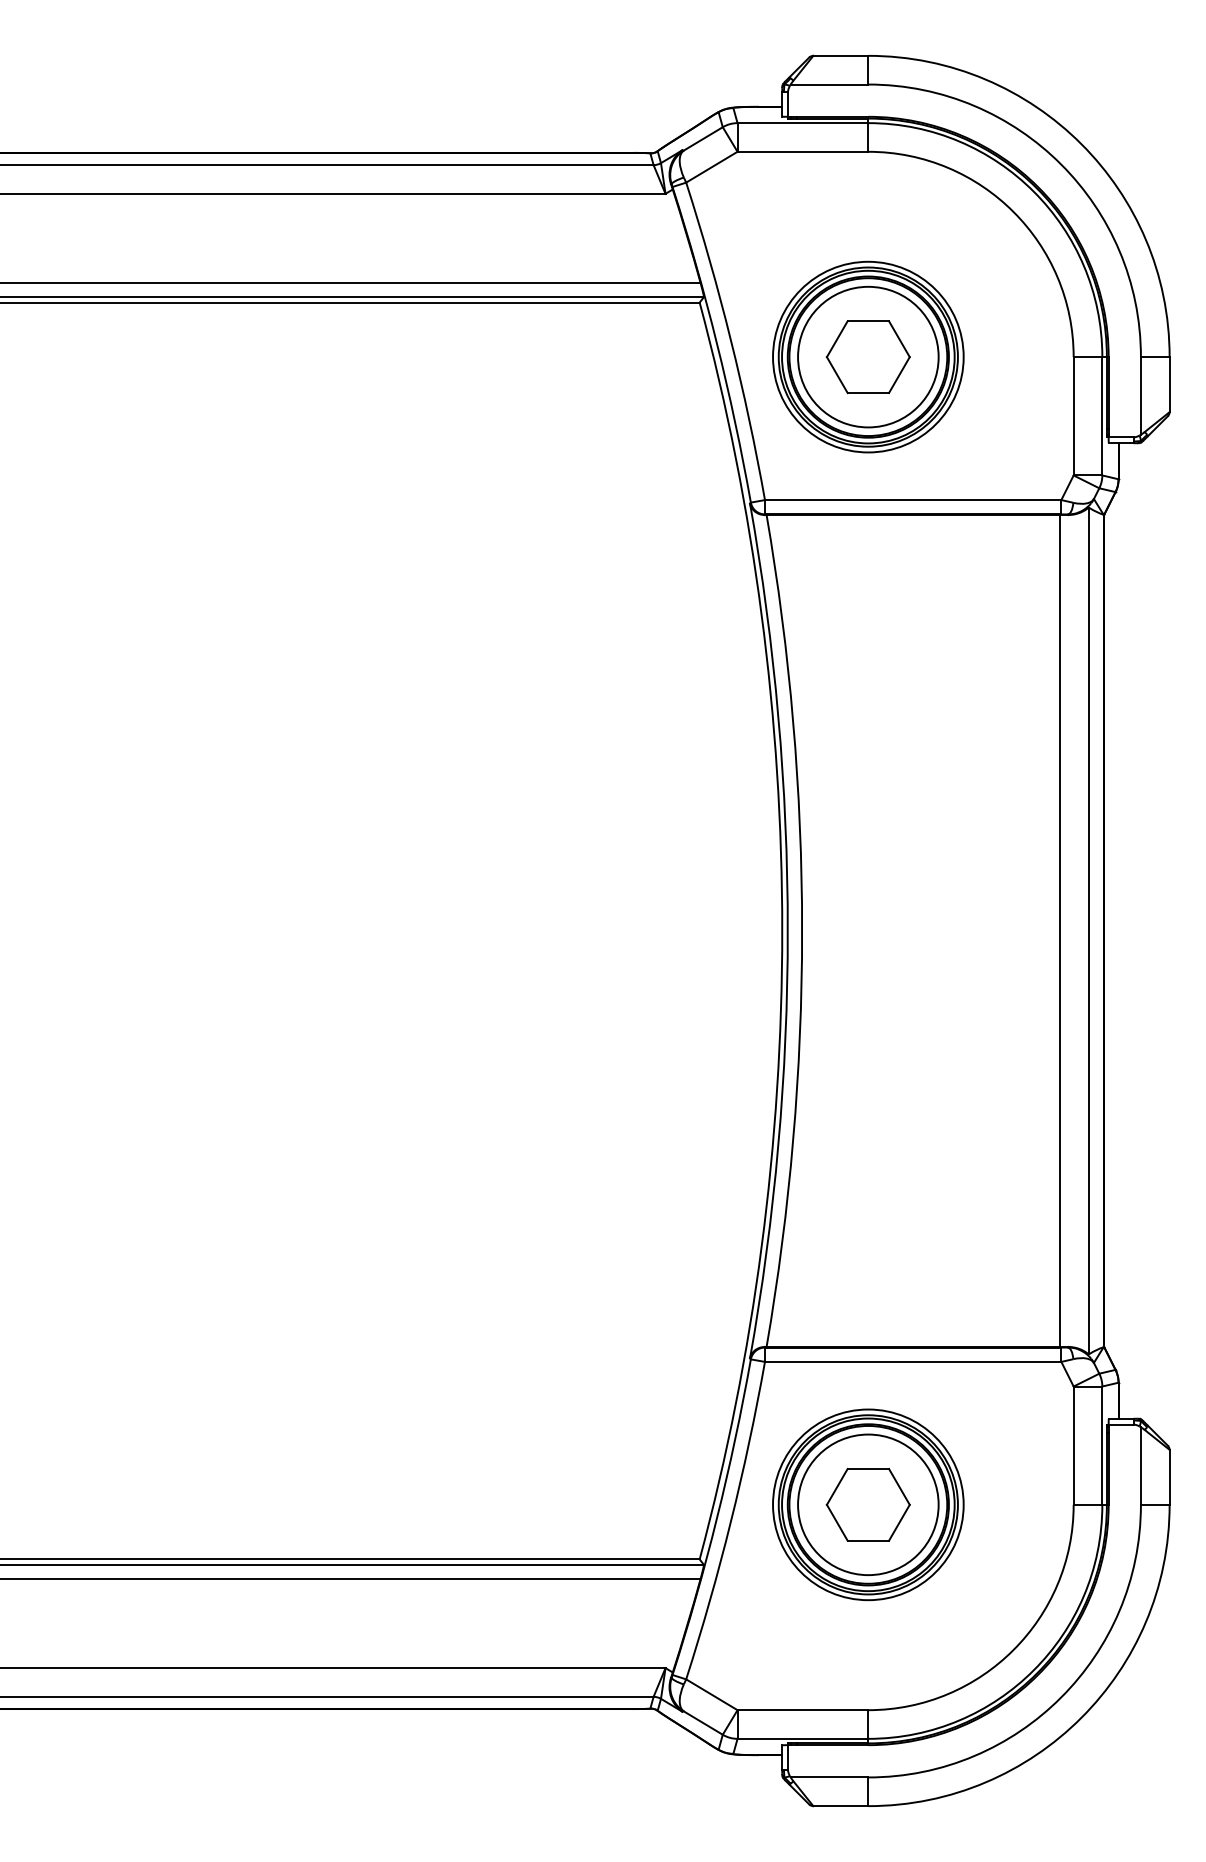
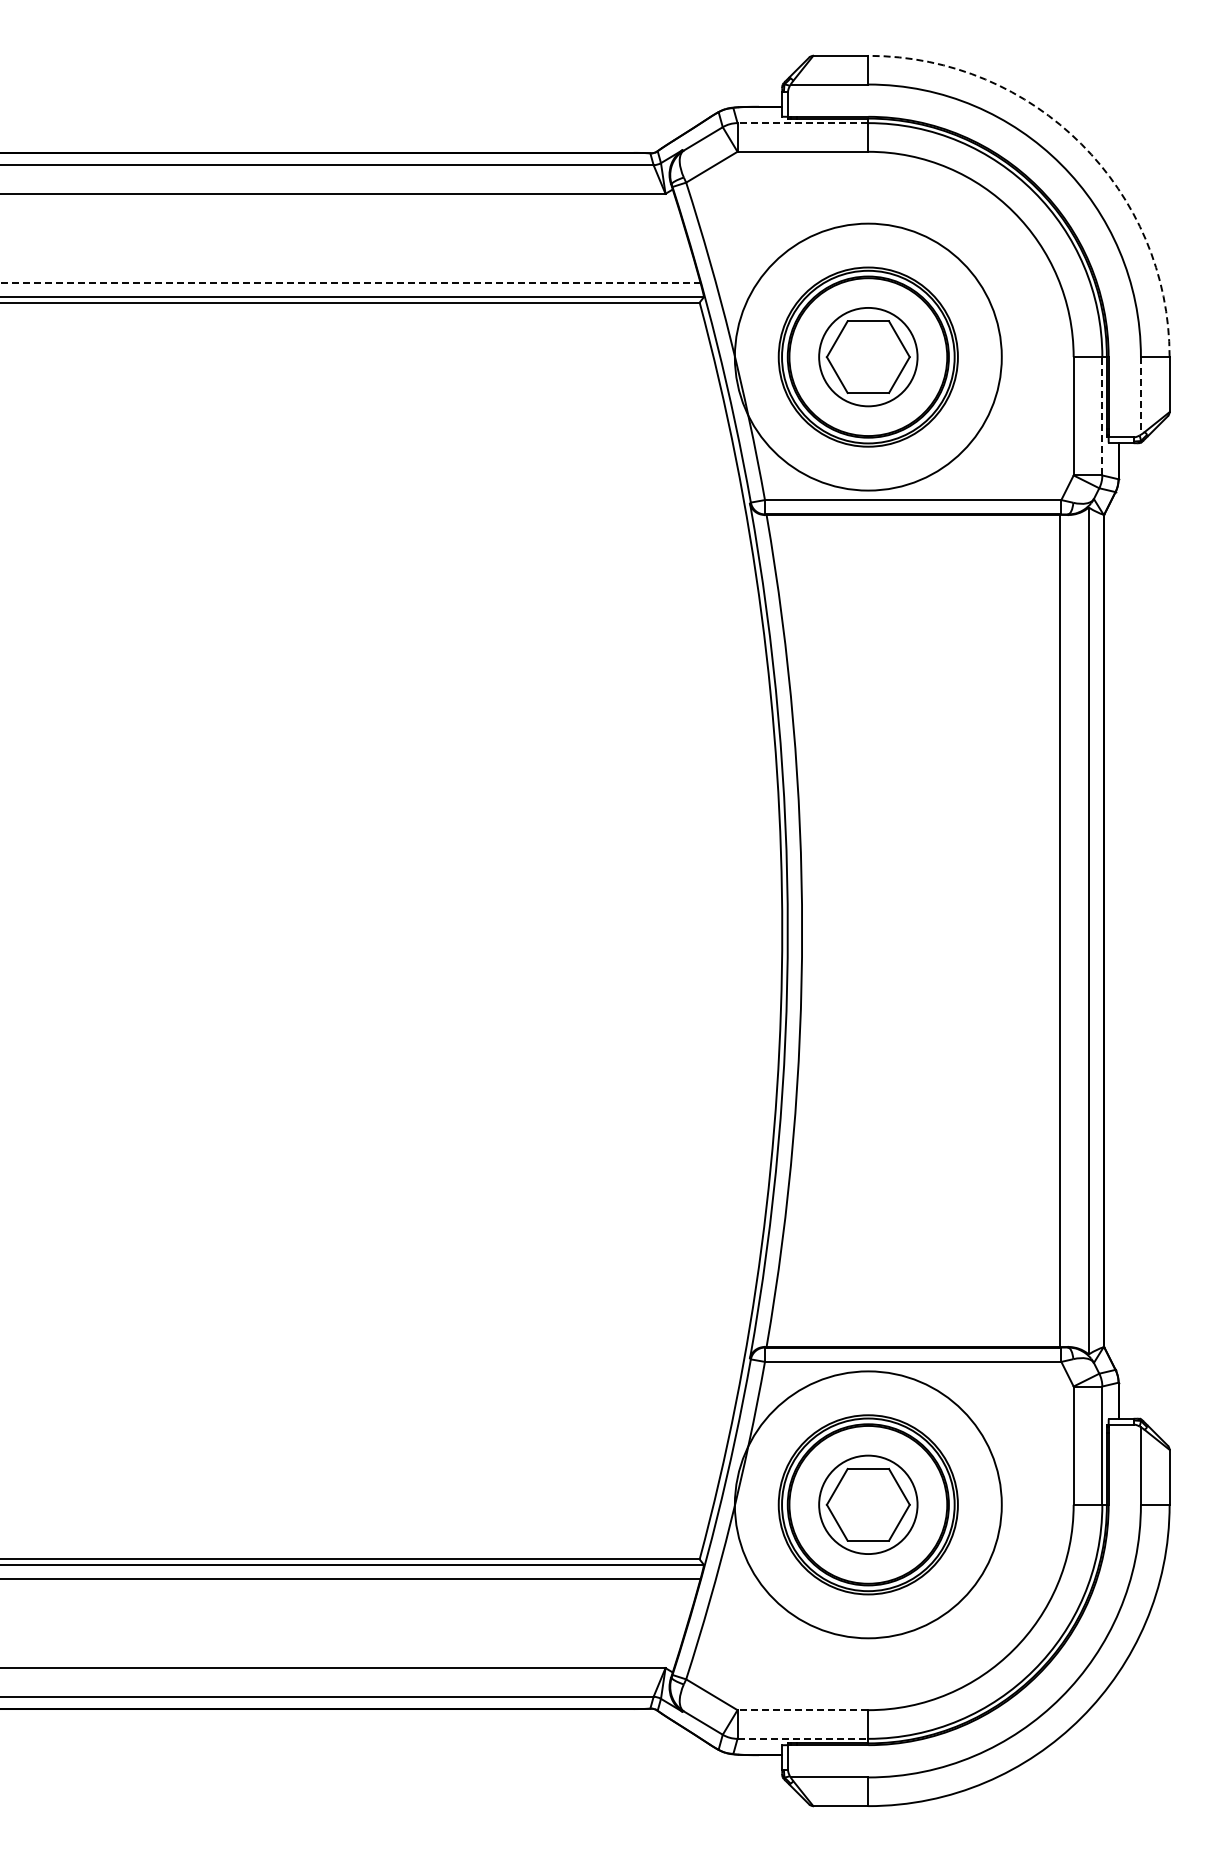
line at (802, 123): solid -> dashed
arc at (1081, 144): solid -> dashed
line at (350, 282): solid -> dashed
circle at (868, 356) diameter: 141 px -> 98 px
circle at (868, 356) diameter: 191 px -> 267 px
line at (1140, 395): solid -> dashed
line at (1102, 415): solid -> dashed
circle at (868, 1504) diameter: 141 px -> 98 px
circle at (868, 1504) diameter: 191 px -> 267 px
line at (802, 1710): solid -> dashed
line at (803, 1738): solid -> dashed
